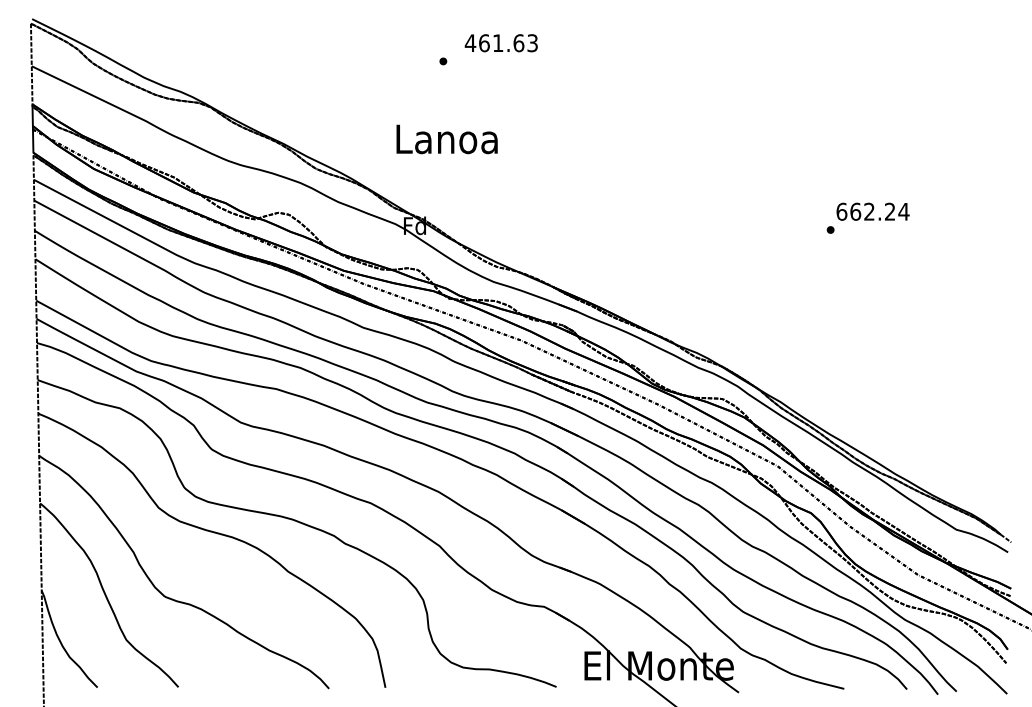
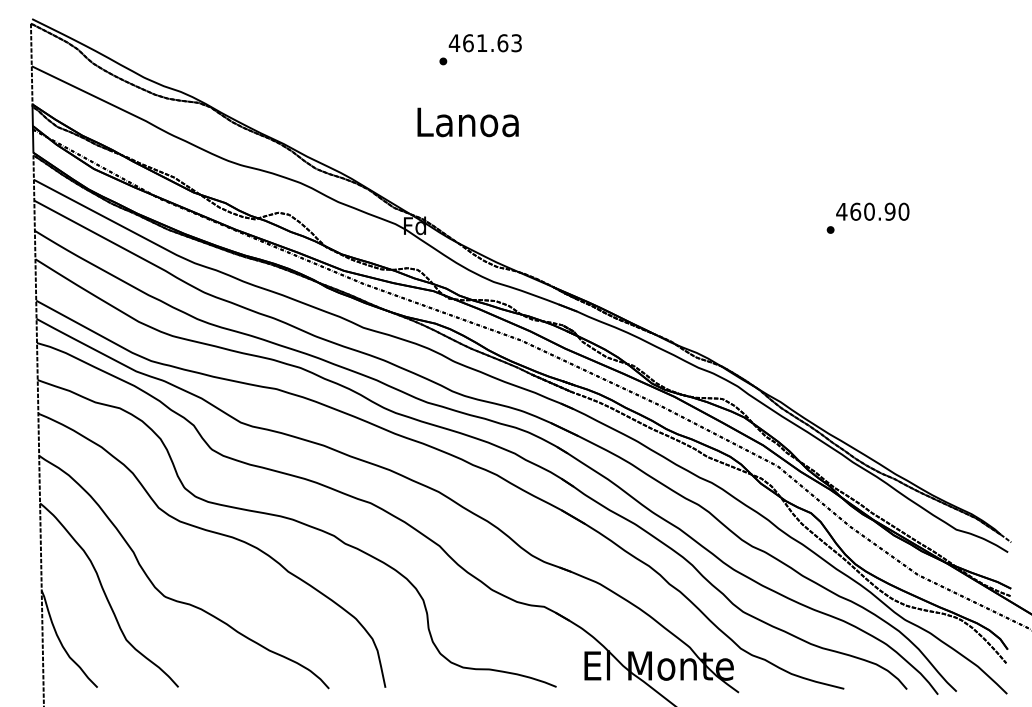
text at (500, 43) position: (500, 43) -> (484, 43)
text at (446, 139) position: (446, 139) -> (467, 122)
text at (872, 211): 662.24 -> 460.90
